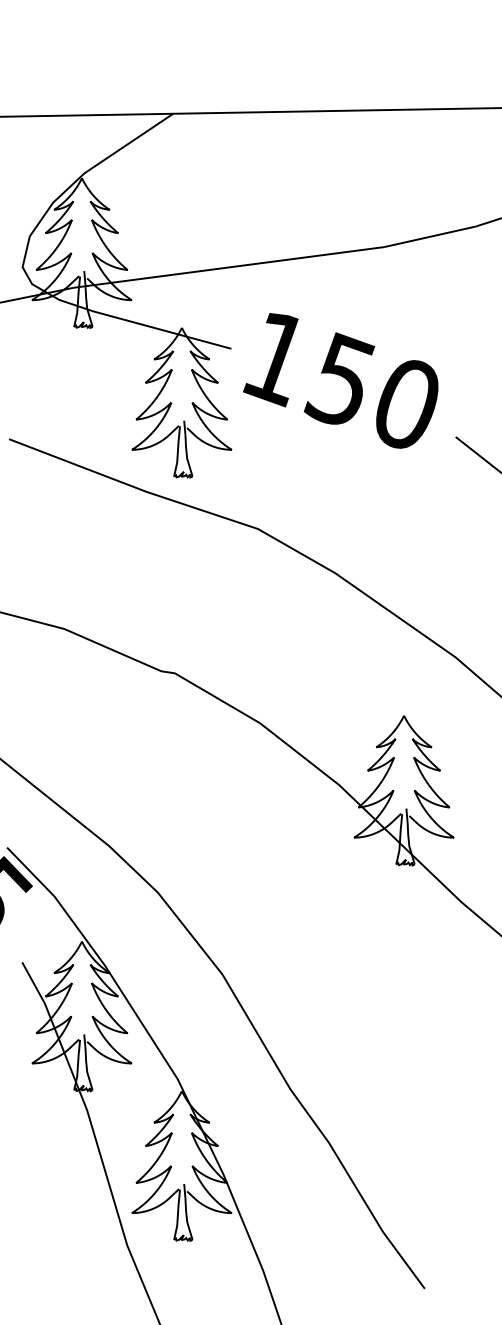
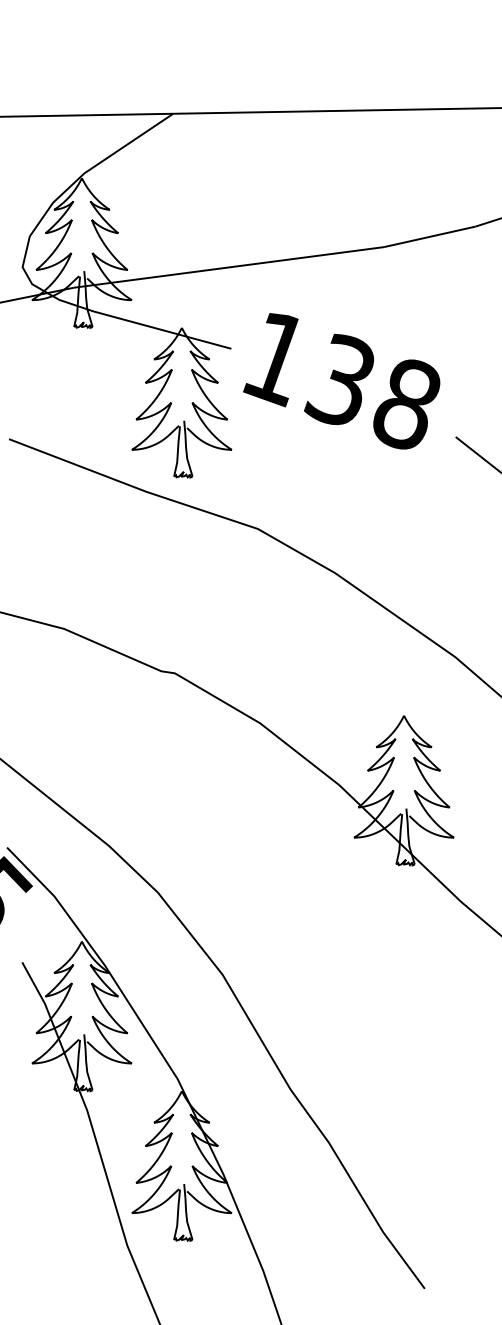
text at (371, 390): 150 -> 138
